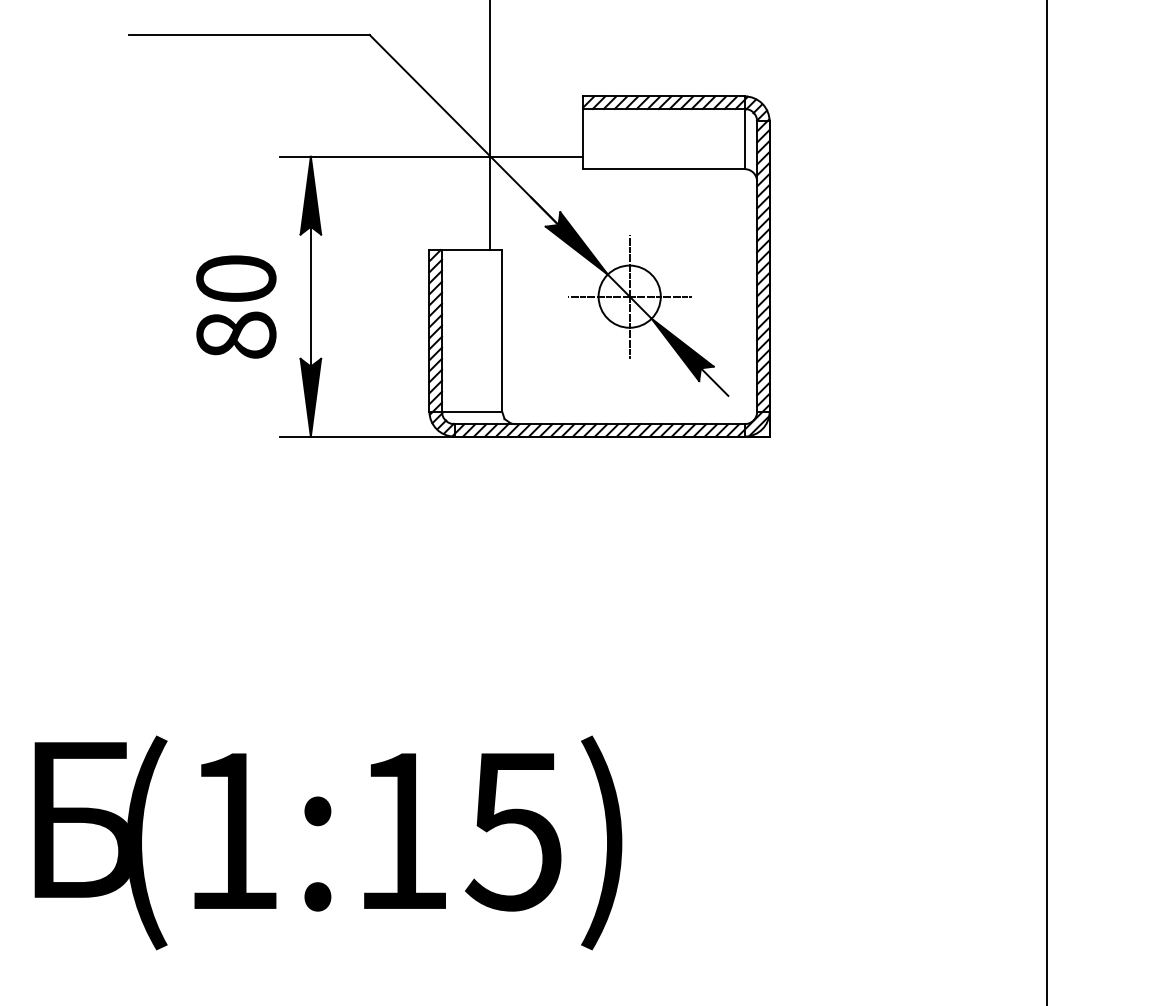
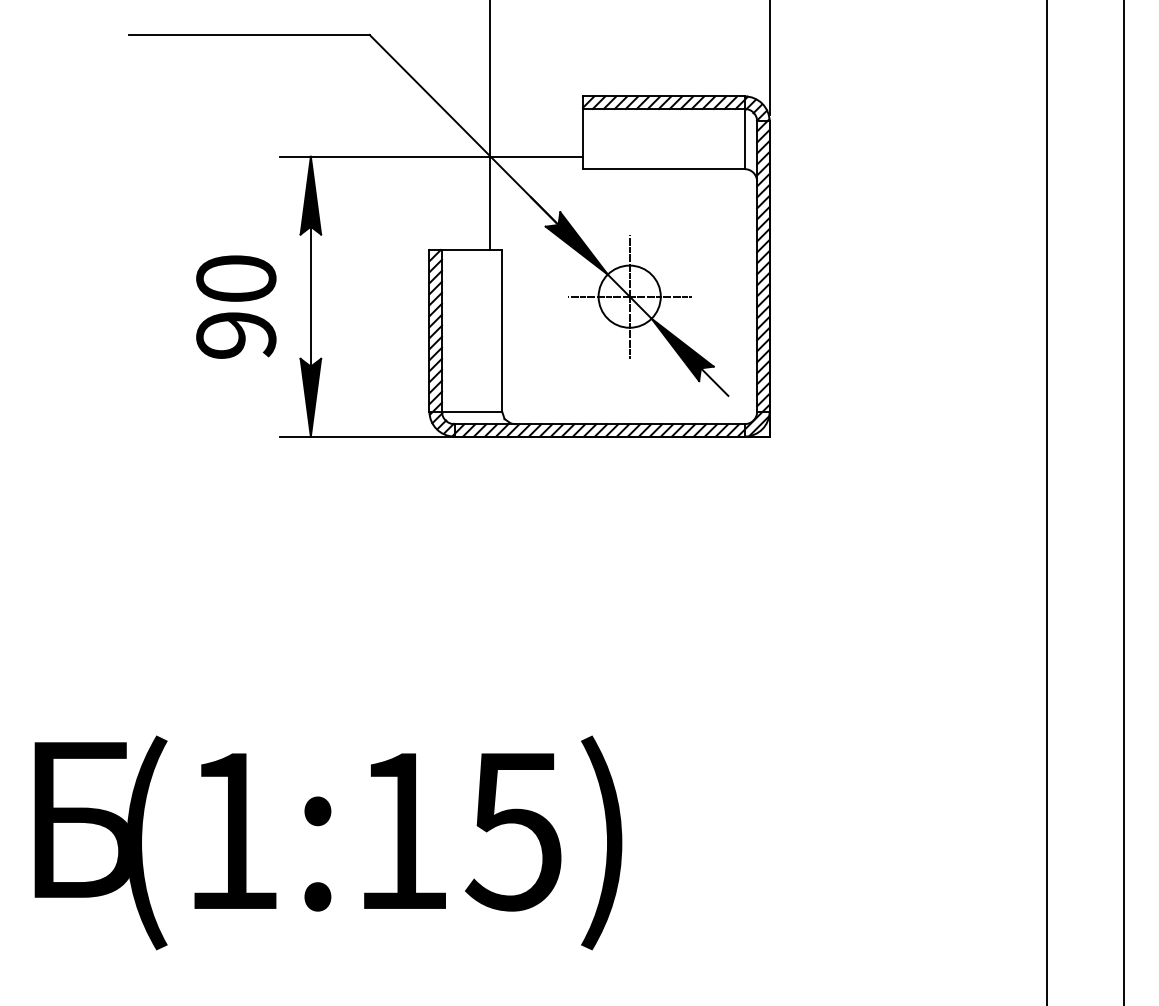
line at (769, 58): none -> present
text at (236, 334): 80 -> 90
line at (1124, 502): none -> present
